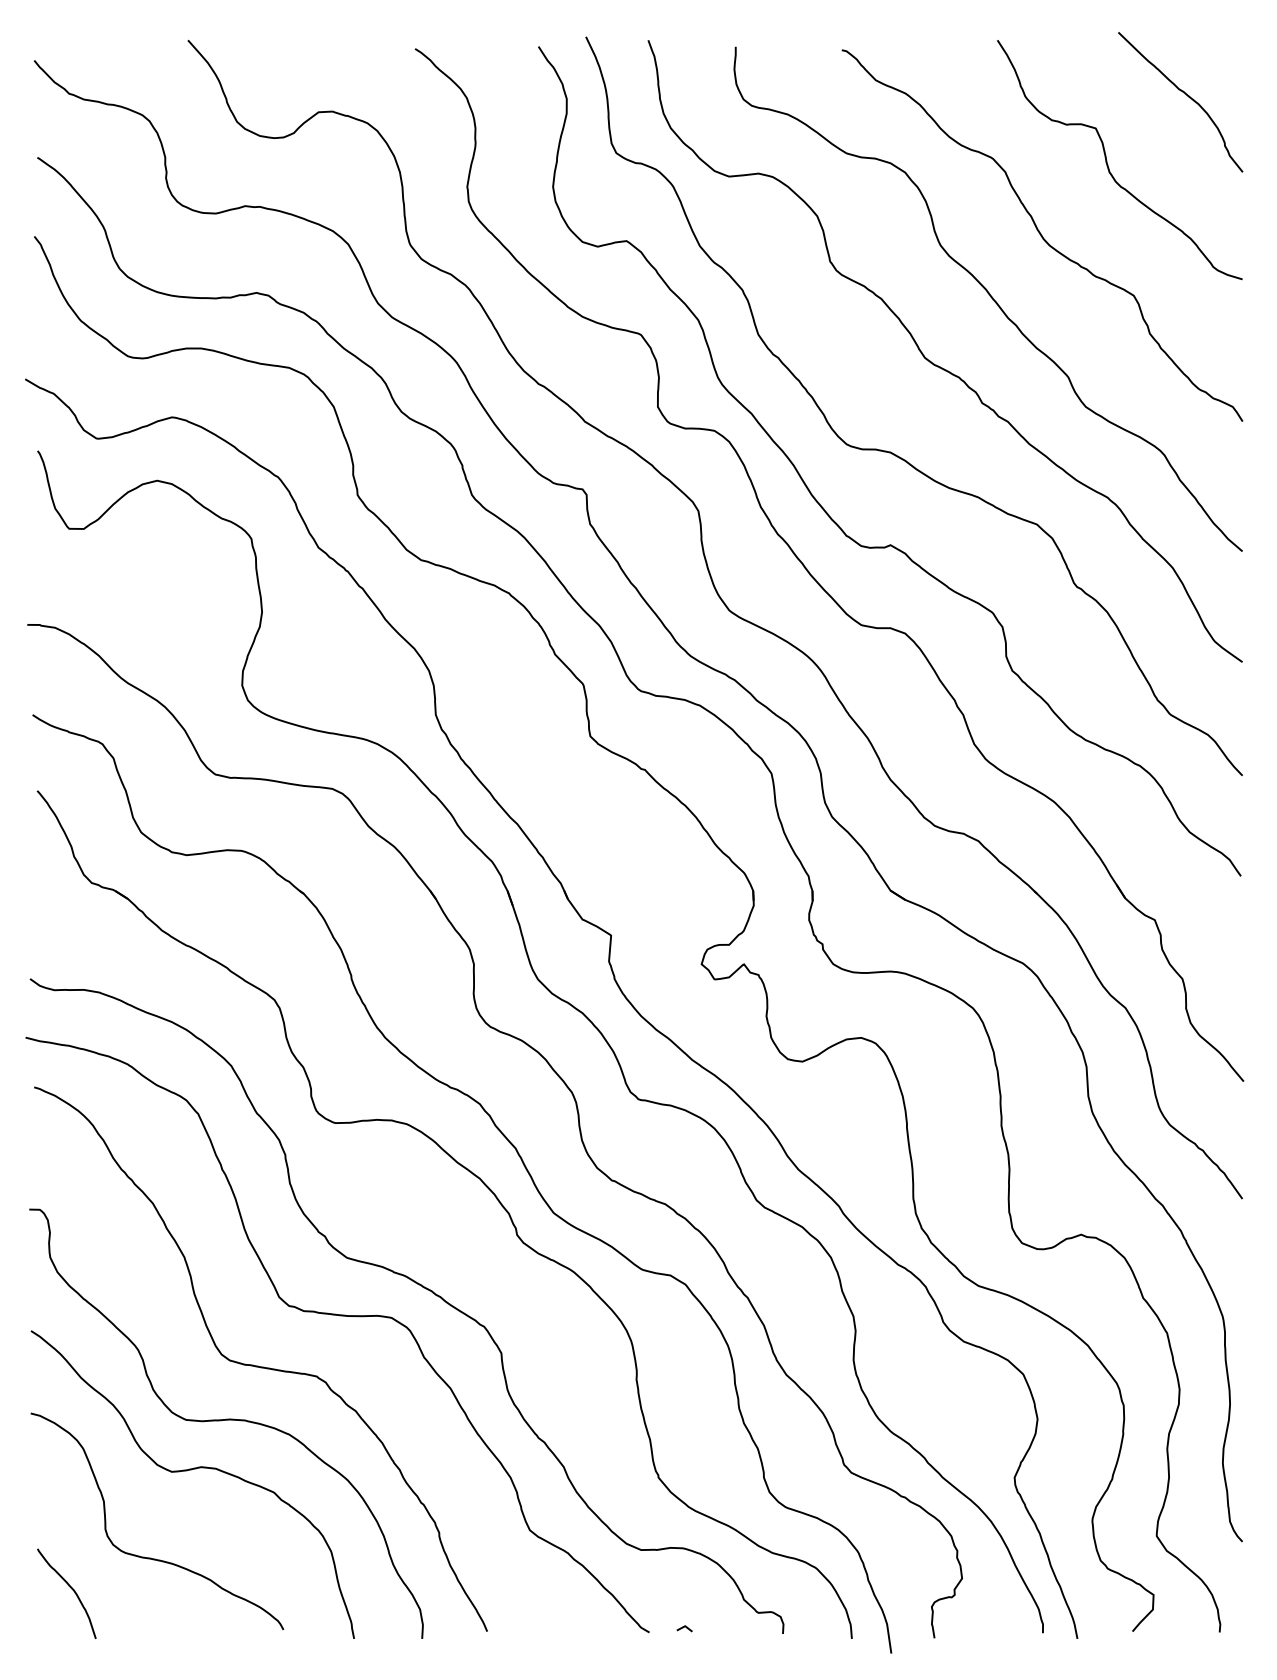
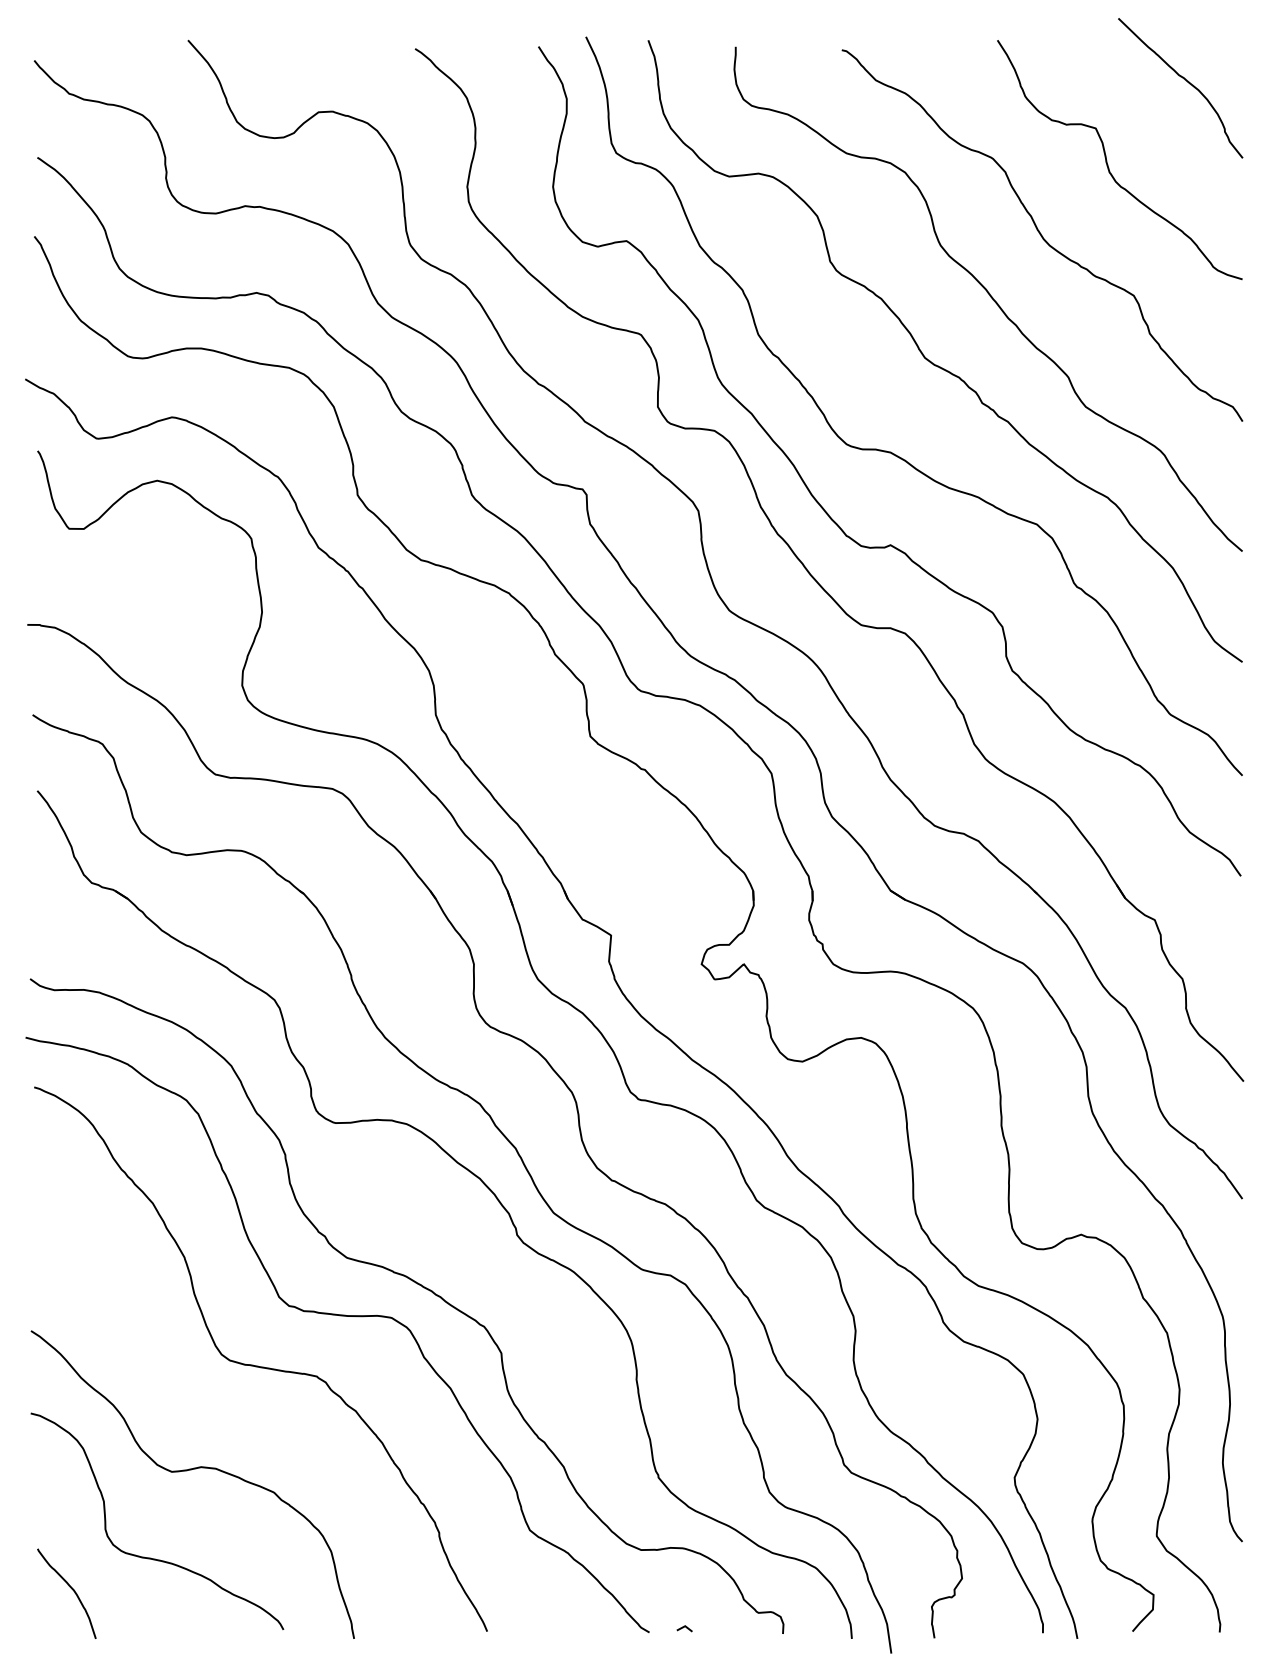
curve at (1186, 95) position: (1186, 95) -> (1186, 81)
curve at (226, 1420): present -> none
